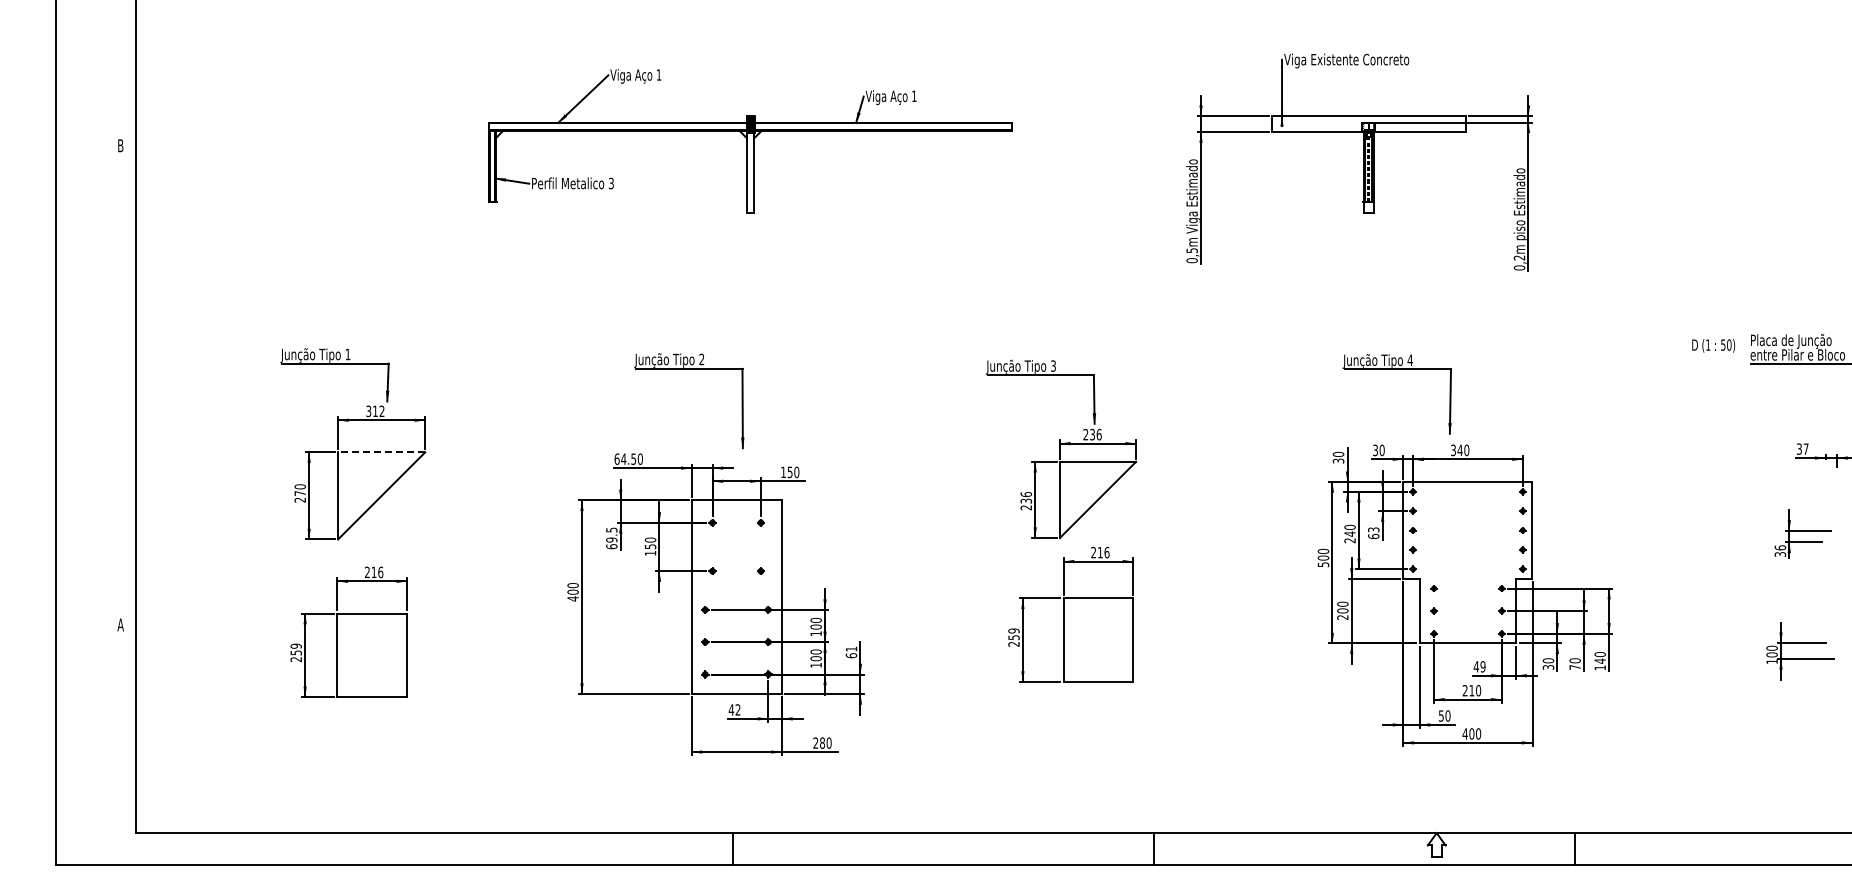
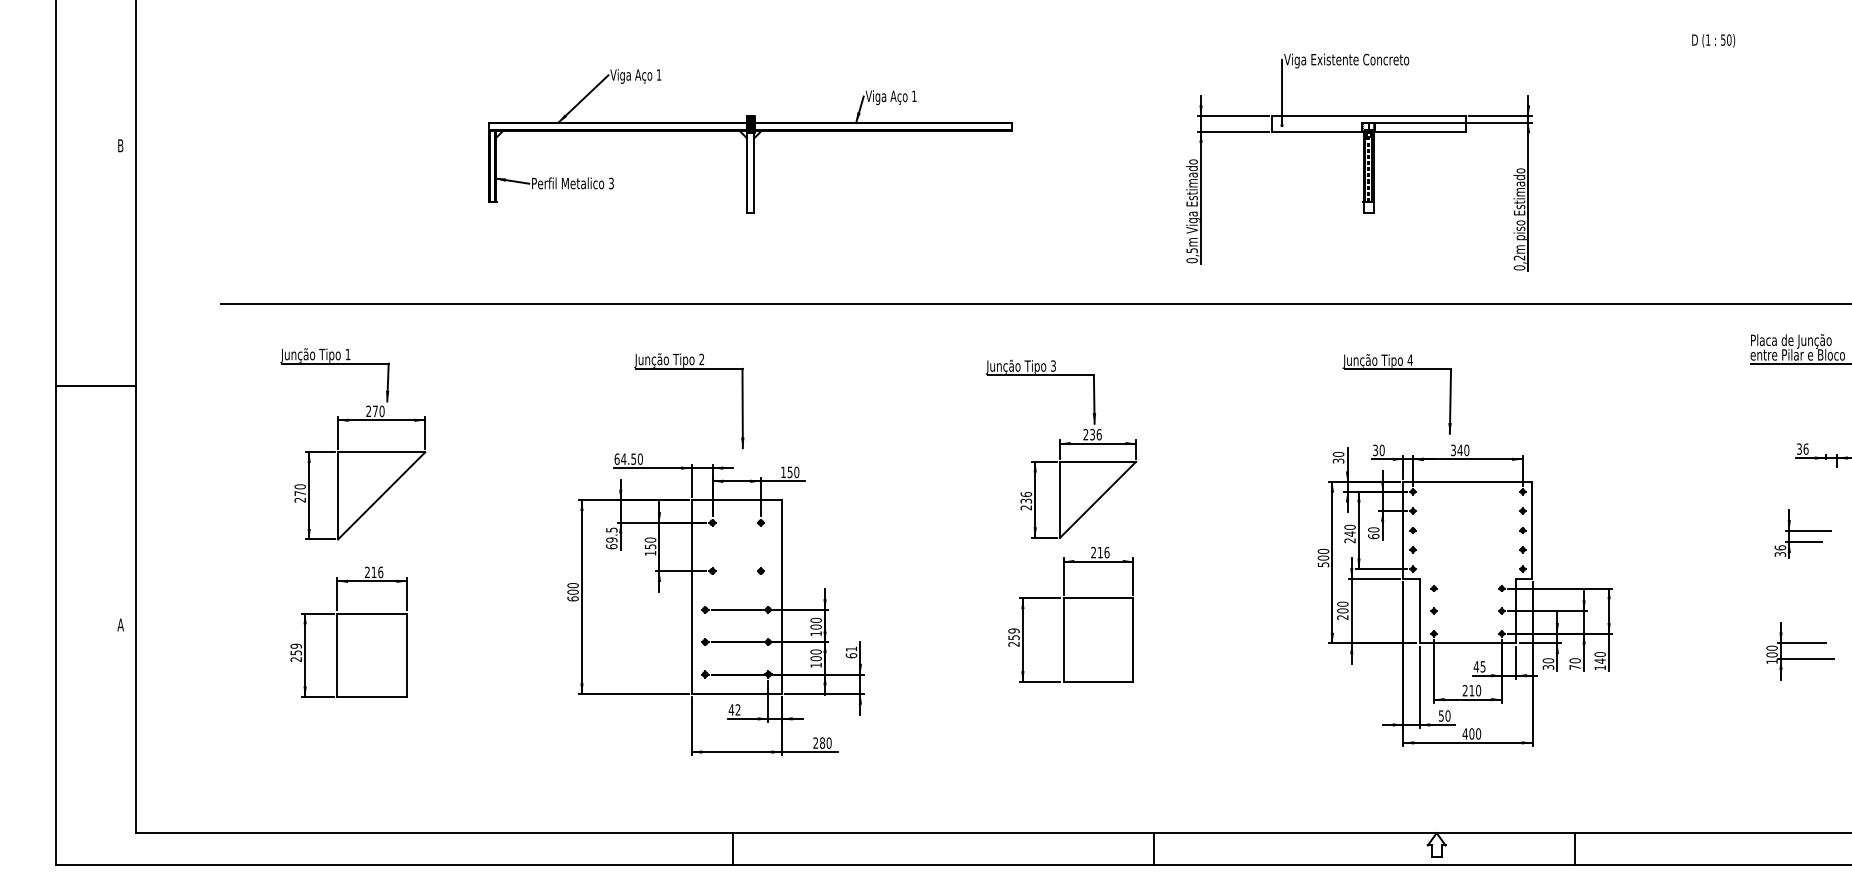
line at (1034, 304): none -> present
text at (1713, 345) position: (1713, 345) -> (1713, 40)
line at (95, 386): none -> present
text at (375, 411): 312 -> 270
text at (1805, 448): 37 -> 36
line at (381, 452): dashed -> solid
text at (1373, 529): 63 -> 60
text at (572, 598): 400 -> 600
text at (1482, 666): 49 -> 45
